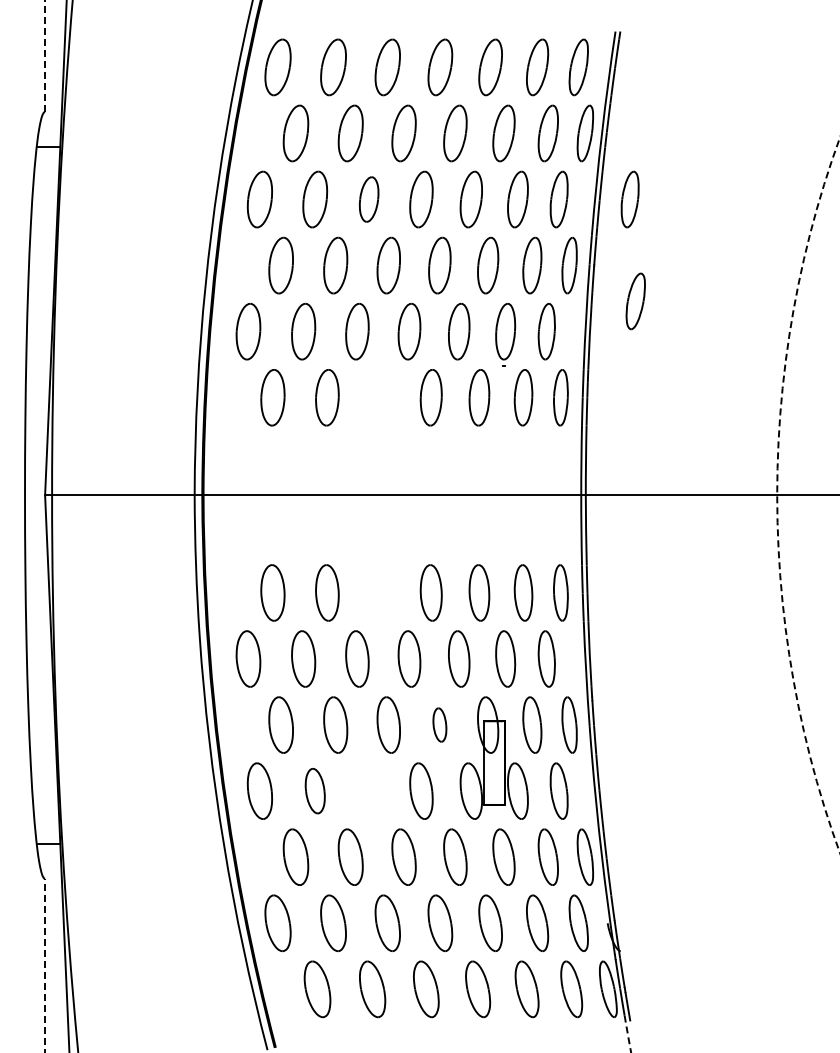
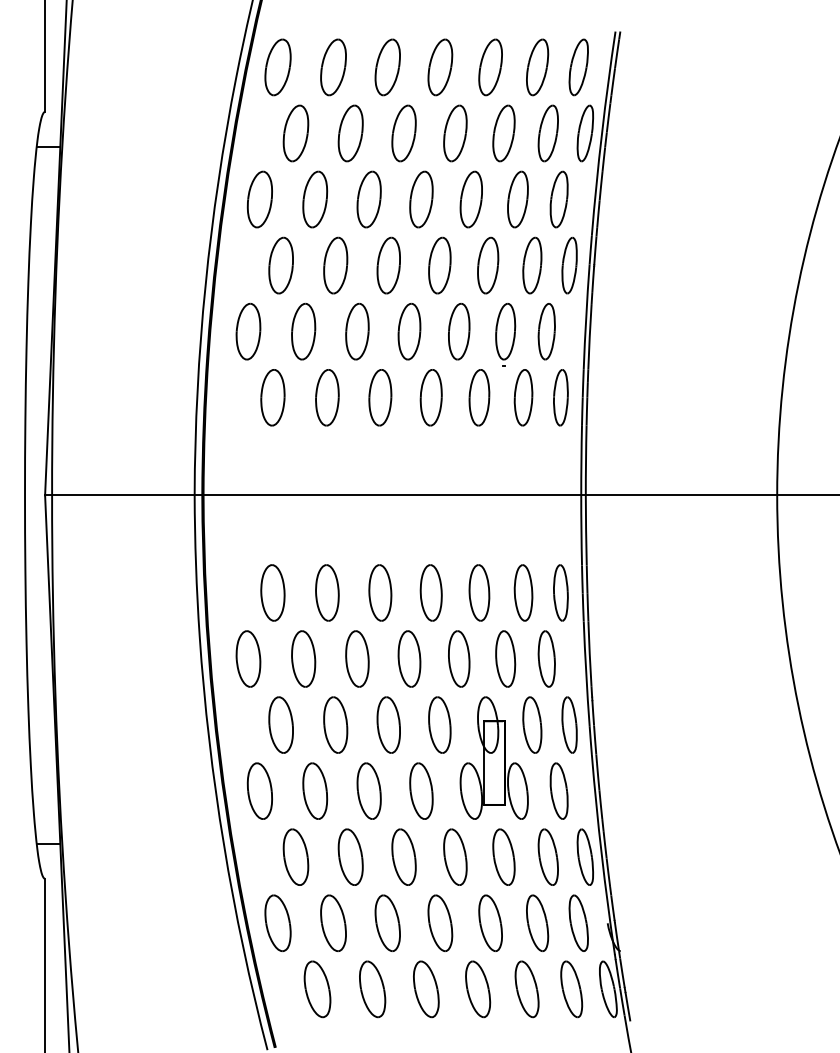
line at (45, 56): dashed -> solid
part at (368, 199) size: 22x47 px -> 26x59 px
part at (629, 199): present -> none
part at (635, 301): present -> none
part at (380, 397): none -> present
circle at (808, 495): dashed -> solid
part at (380, 592): none -> present
part at (439, 724) size: 16x36 px -> 24x58 px
part at (368, 790): none -> present
part at (314, 791) size: 22x47 px -> 27x58 px
line at (45, 965): dashed -> solid
arc at (627, 1034): dashed -> solid
